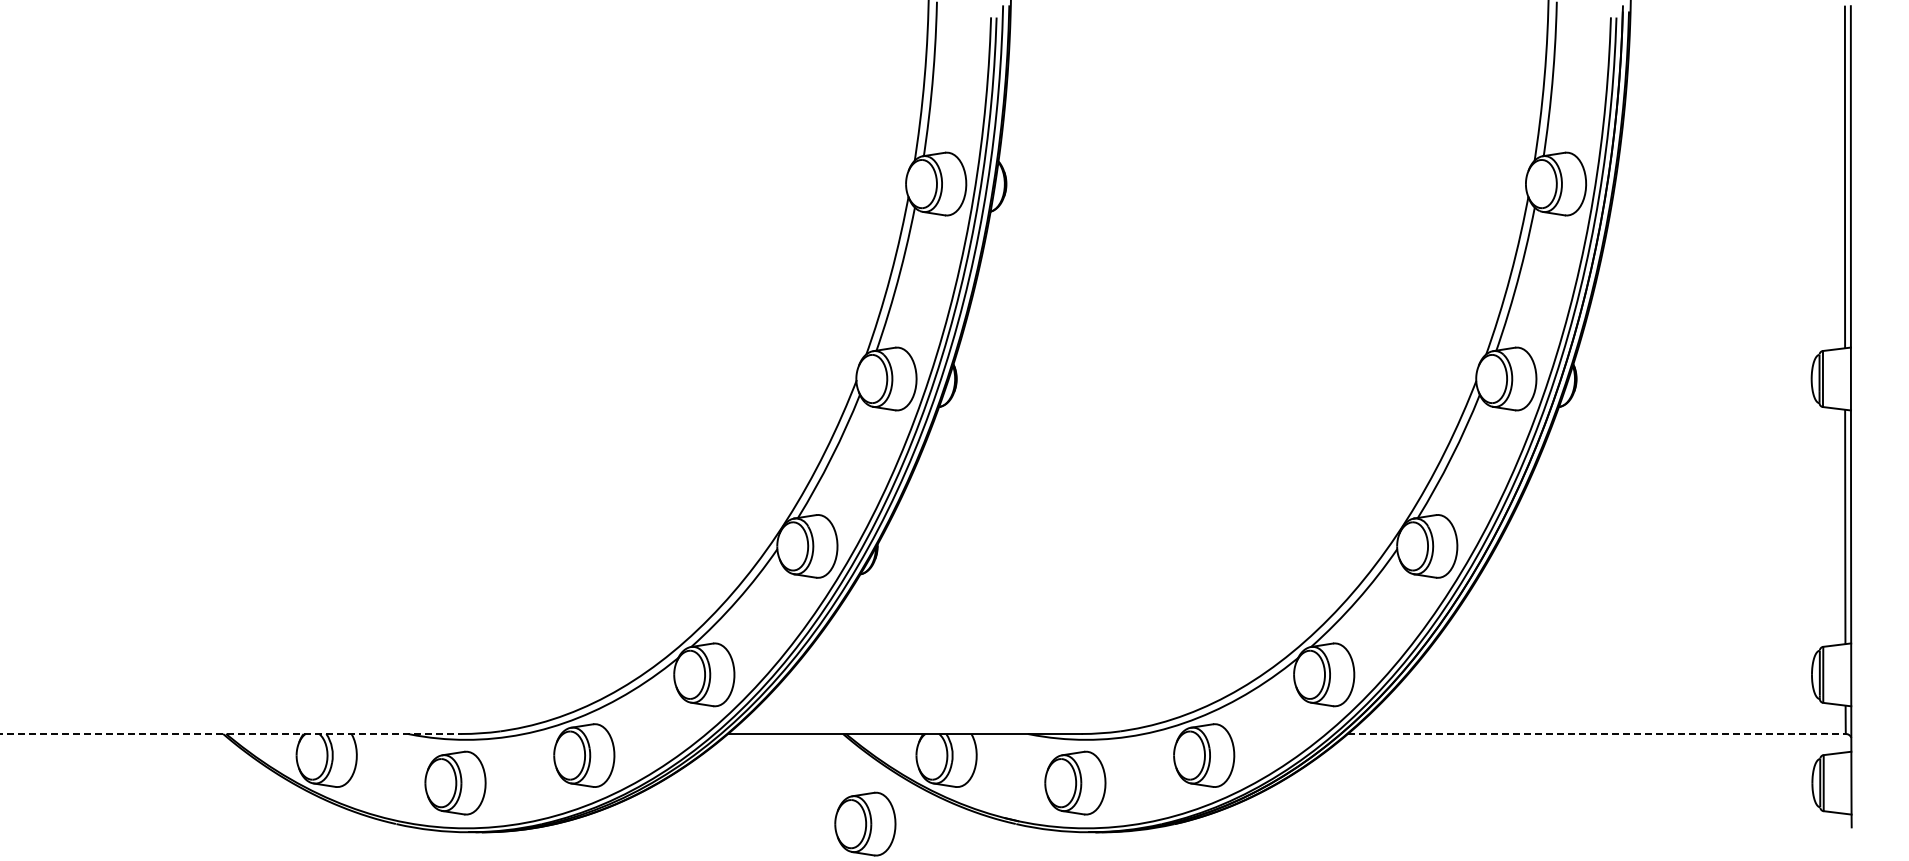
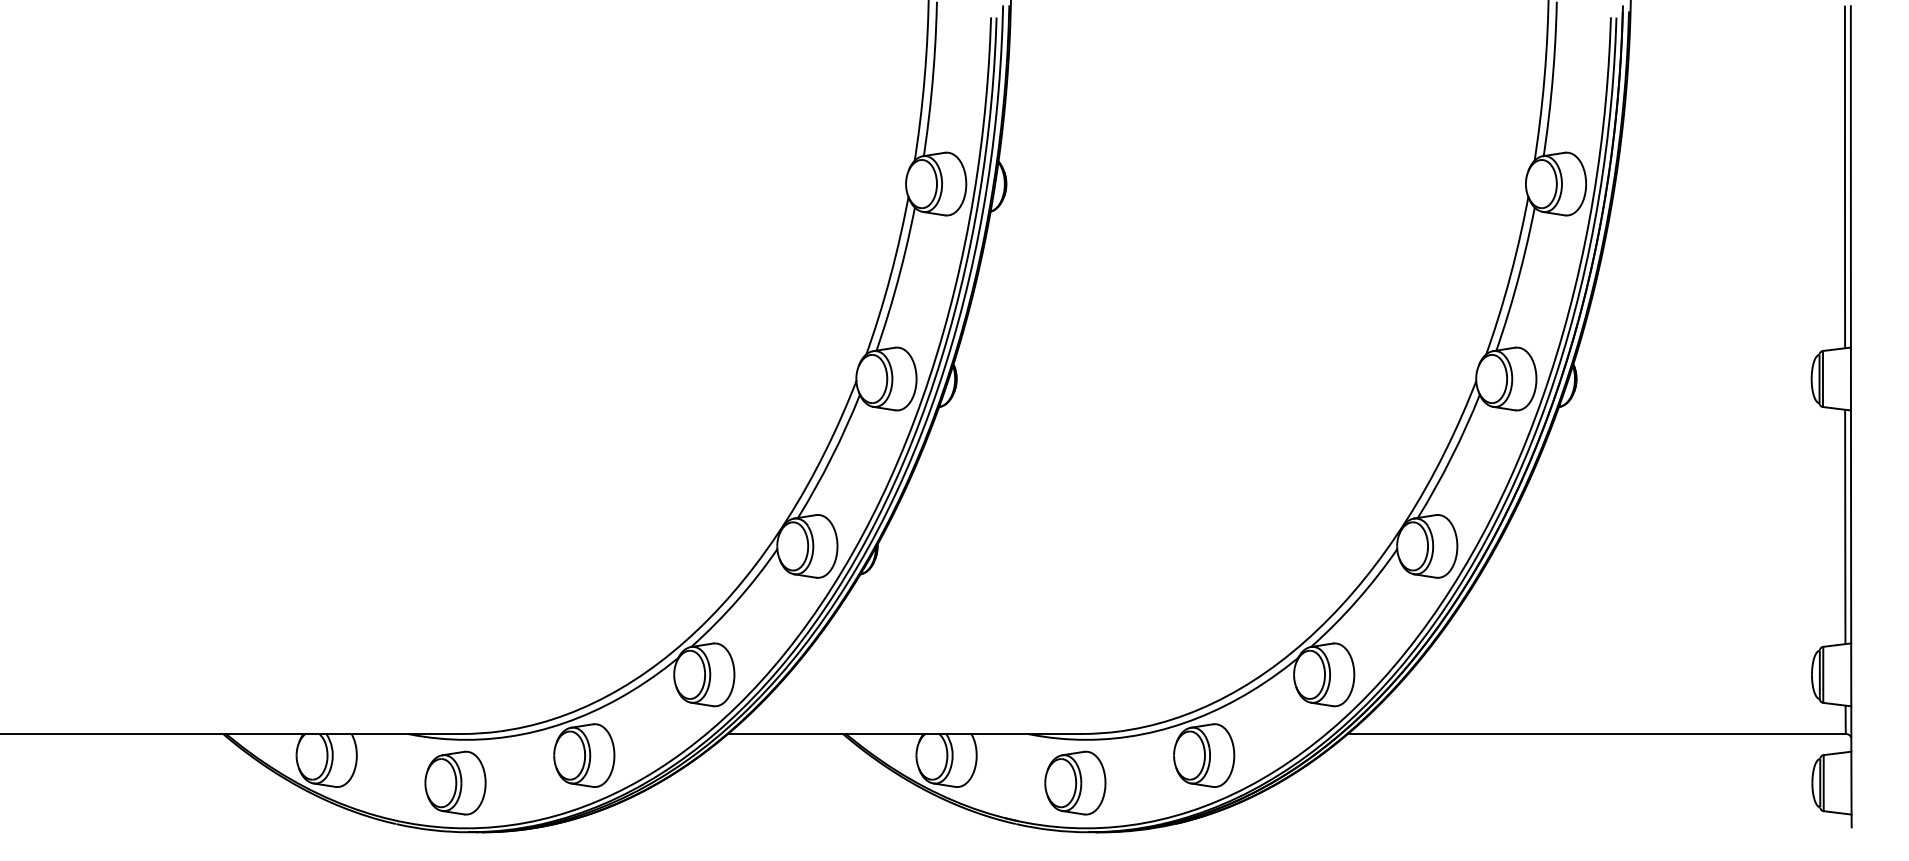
line at (231, 733): dashed -> solid
line at (1596, 733): dashed -> solid
part at (865, 823): present -> none
